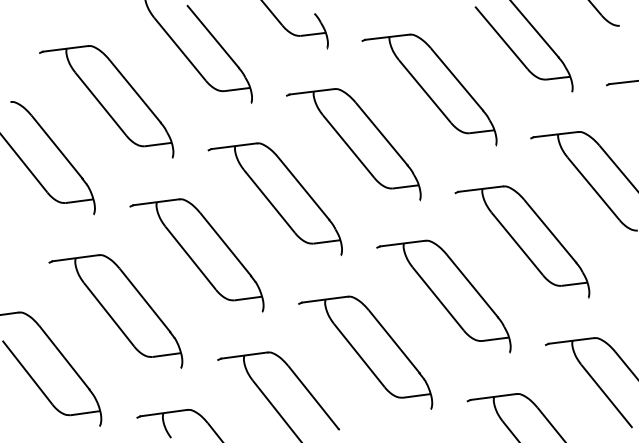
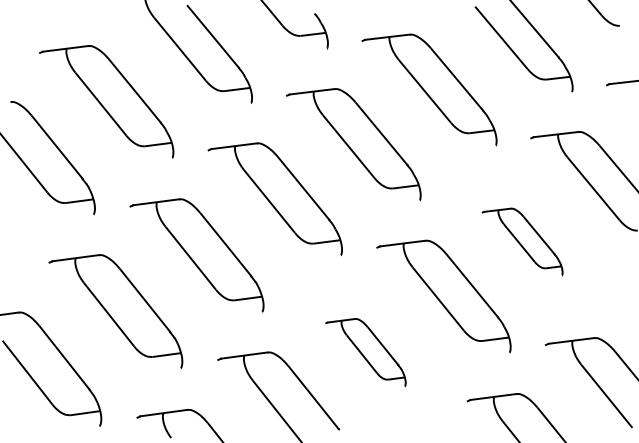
part at (522, 241) size: 137x114 px -> 83x70 px
part at (365, 352) size: 136x115 px -> 82x70 px
